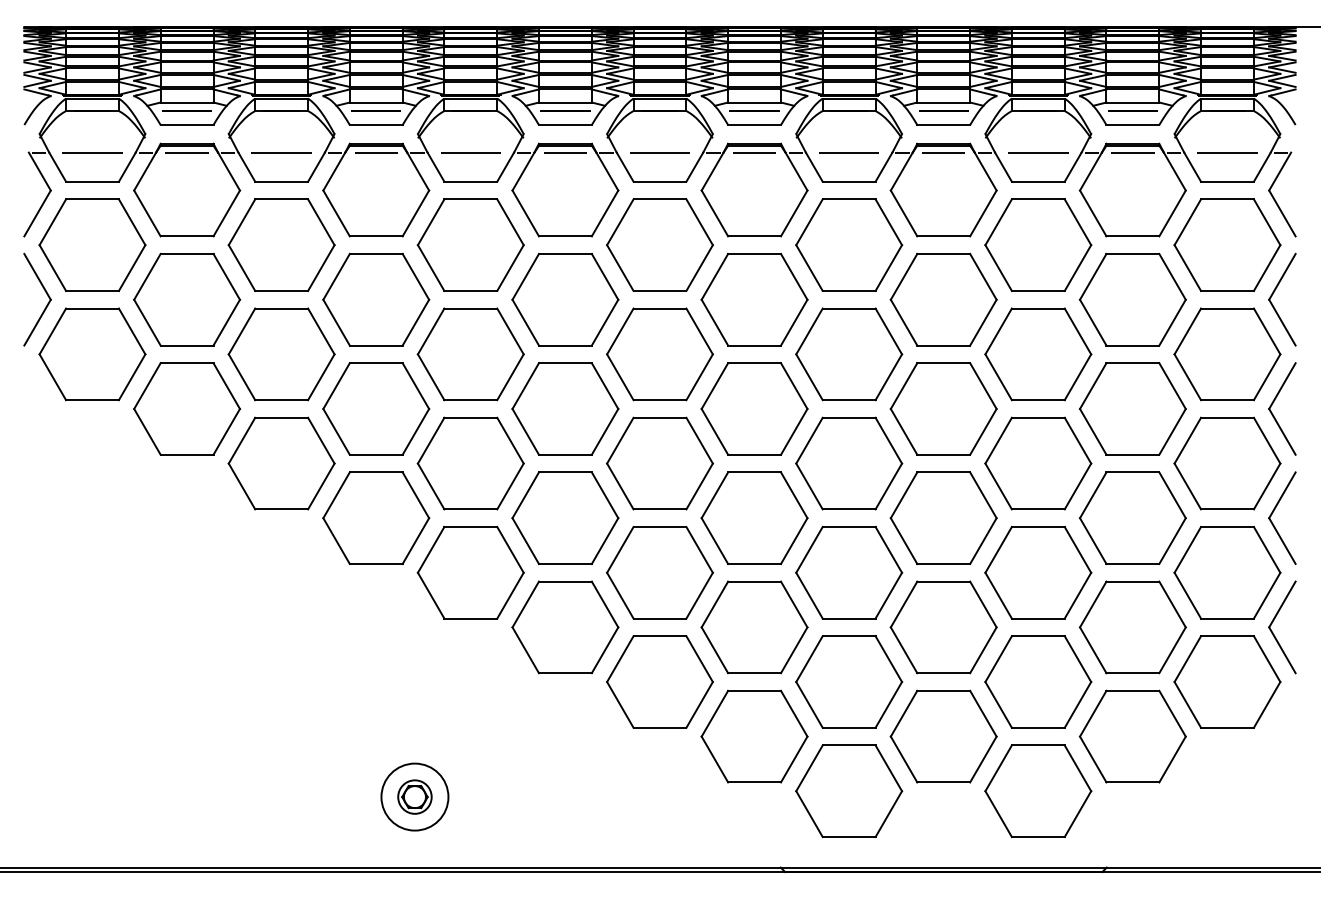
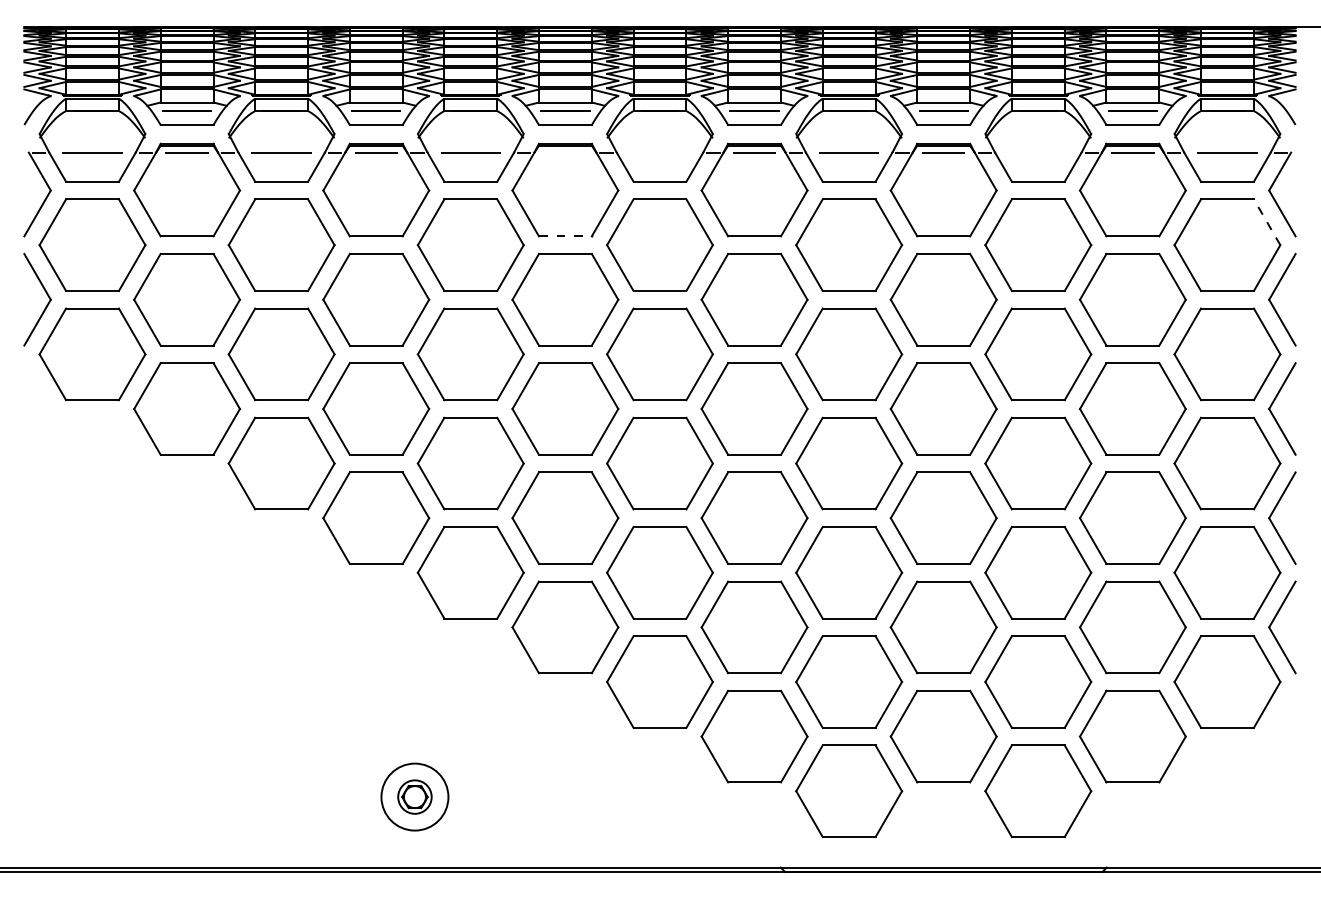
line at (565, 152): present -> none
line at (659, 152): present -> none
line at (1038, 152): present -> none
line at (1266, 221): solid -> dashed
line at (565, 236): solid -> dashed
